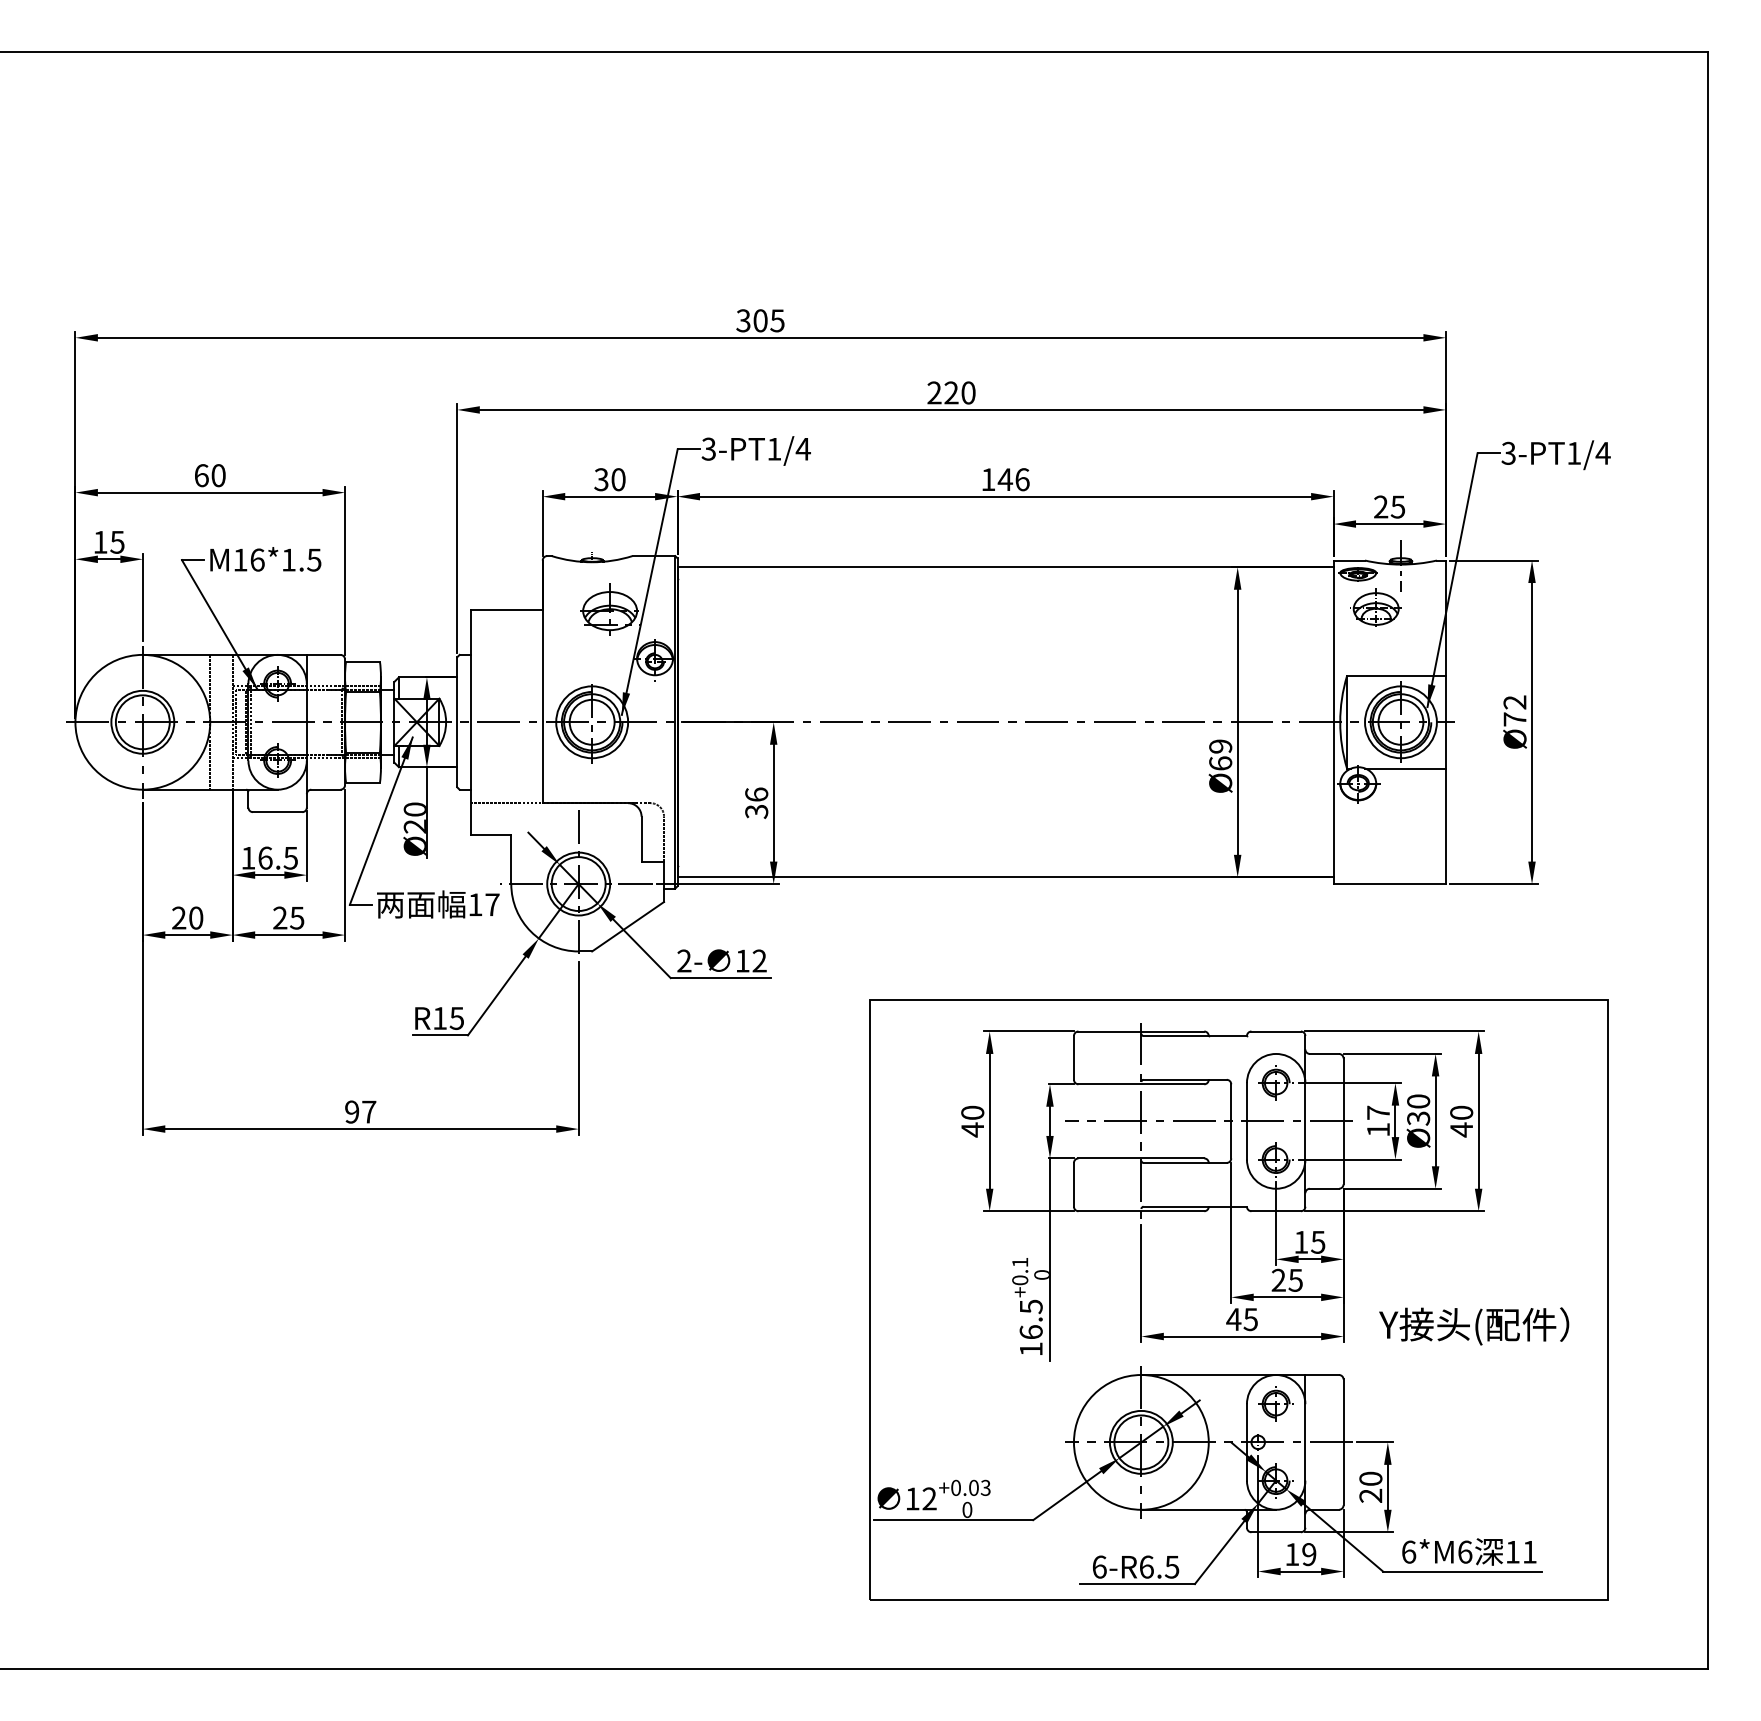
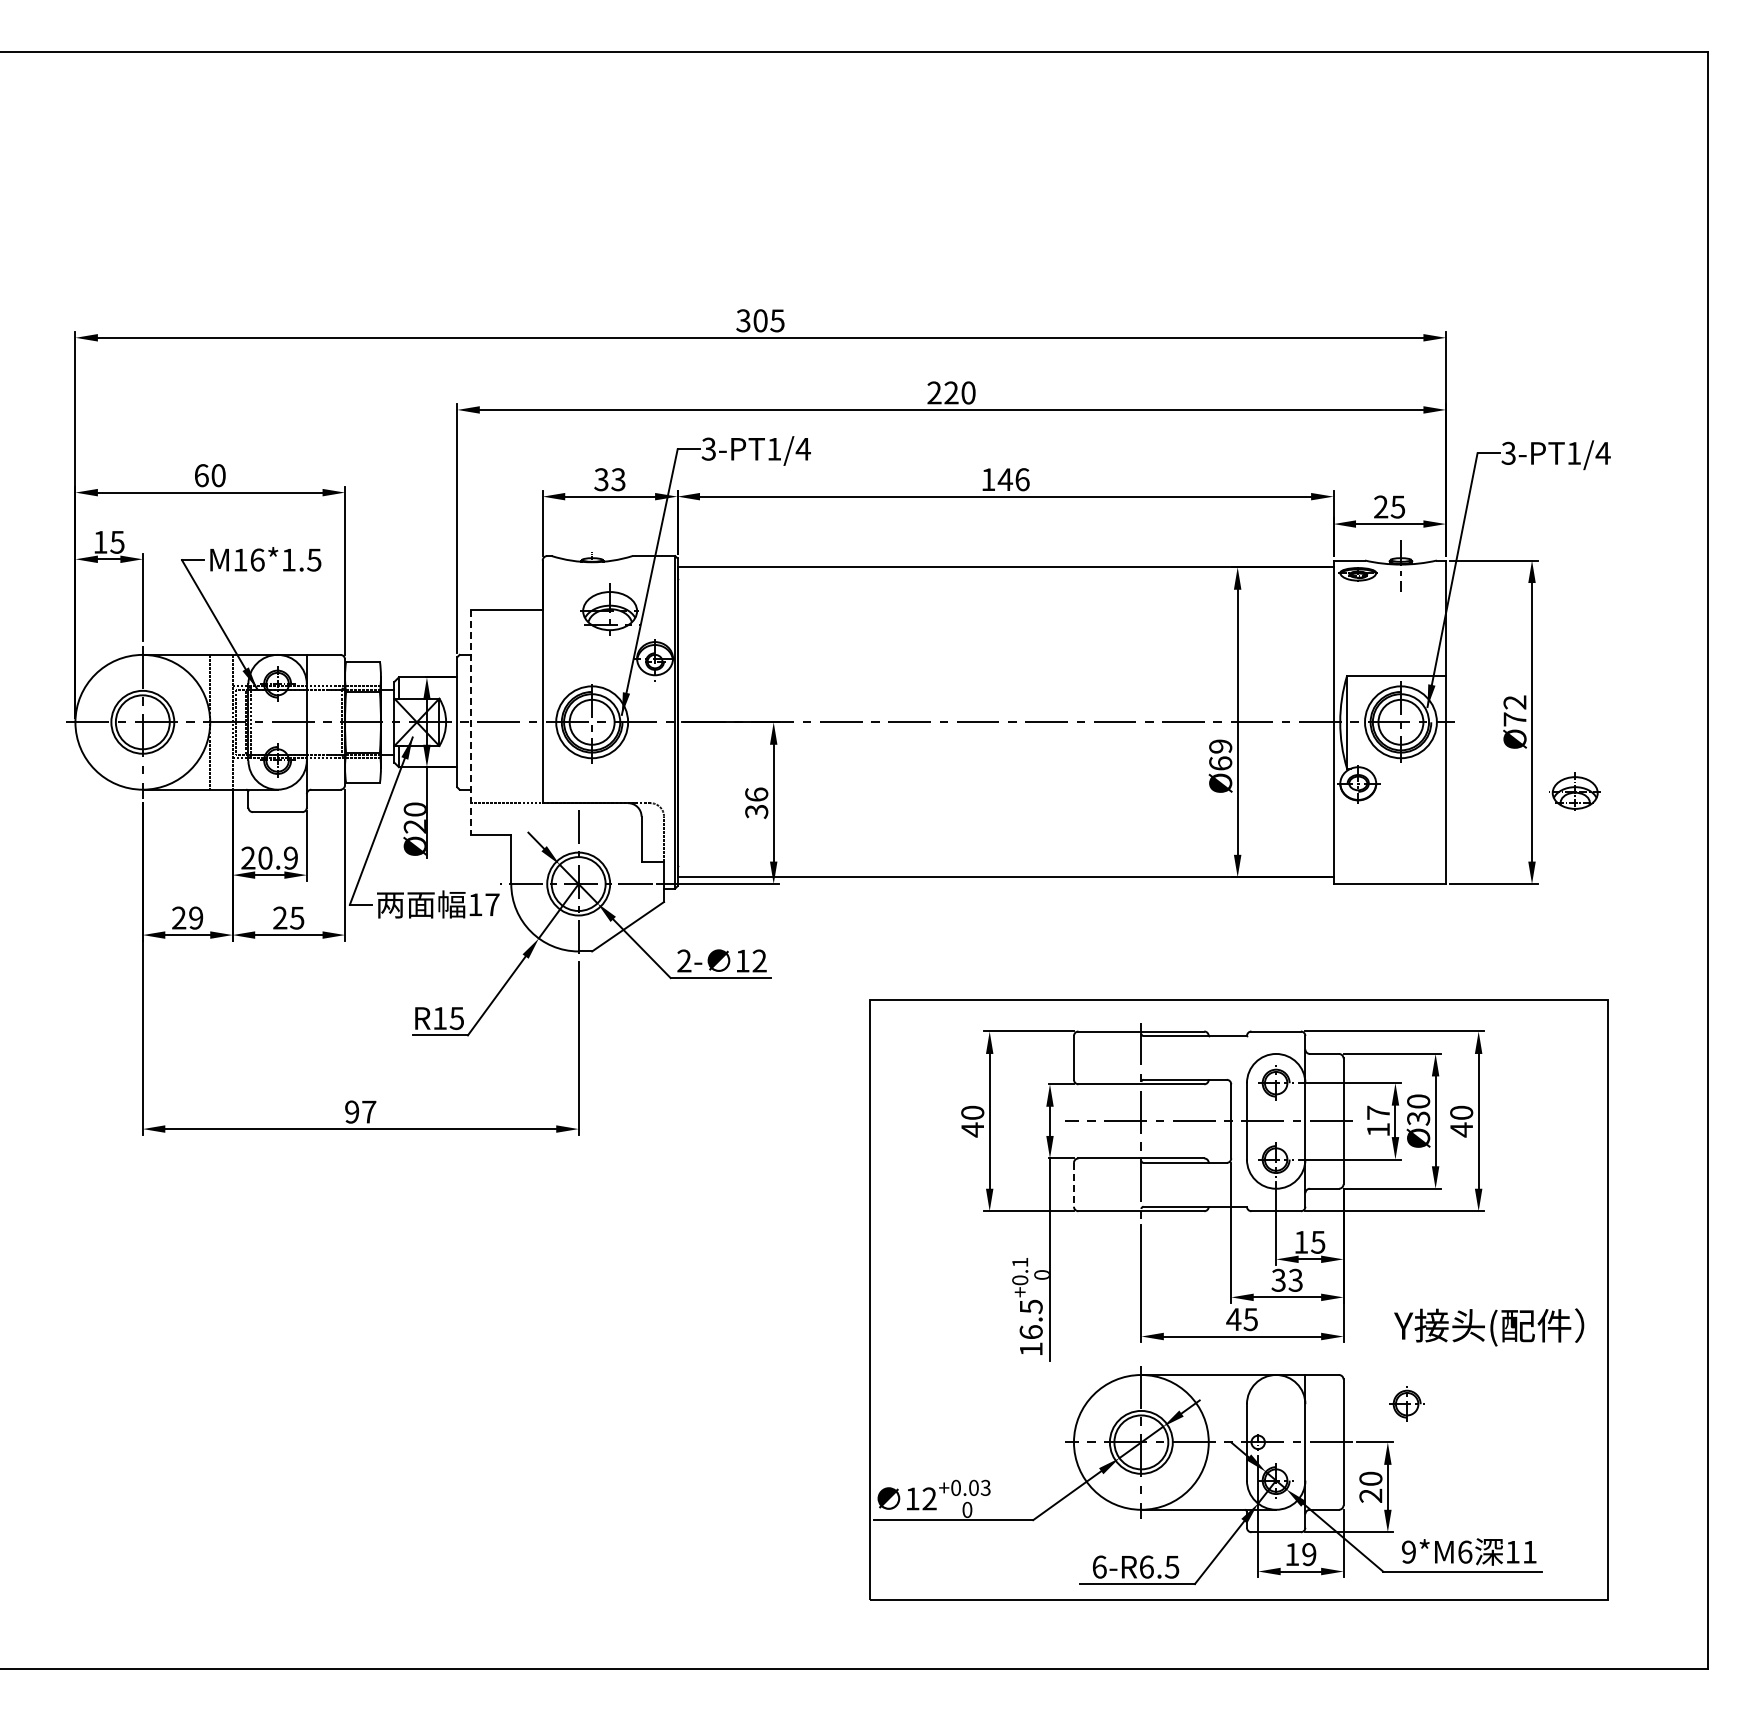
text at (618, 479): 30 -> 33
part at (1375, 607) position: (1375, 607) -> (1574, 791)
line at (470, 722): solid -> dashed
line at (1405, 768): present -> none
text at (269, 857): 16.5 -> 20.9
text at (196, 917): 20 -> 29
line at (1073, 1184): solid -> dashed
text at (1286, 1279): 25 -> 33
text at (1474, 1326) position: (1474, 1326) -> (1489, 1327)
part at (1275, 1403) position: (1275, 1403) -> (1406, 1403)
text at (1409, 1551): 6*M6 -> 9*M6
